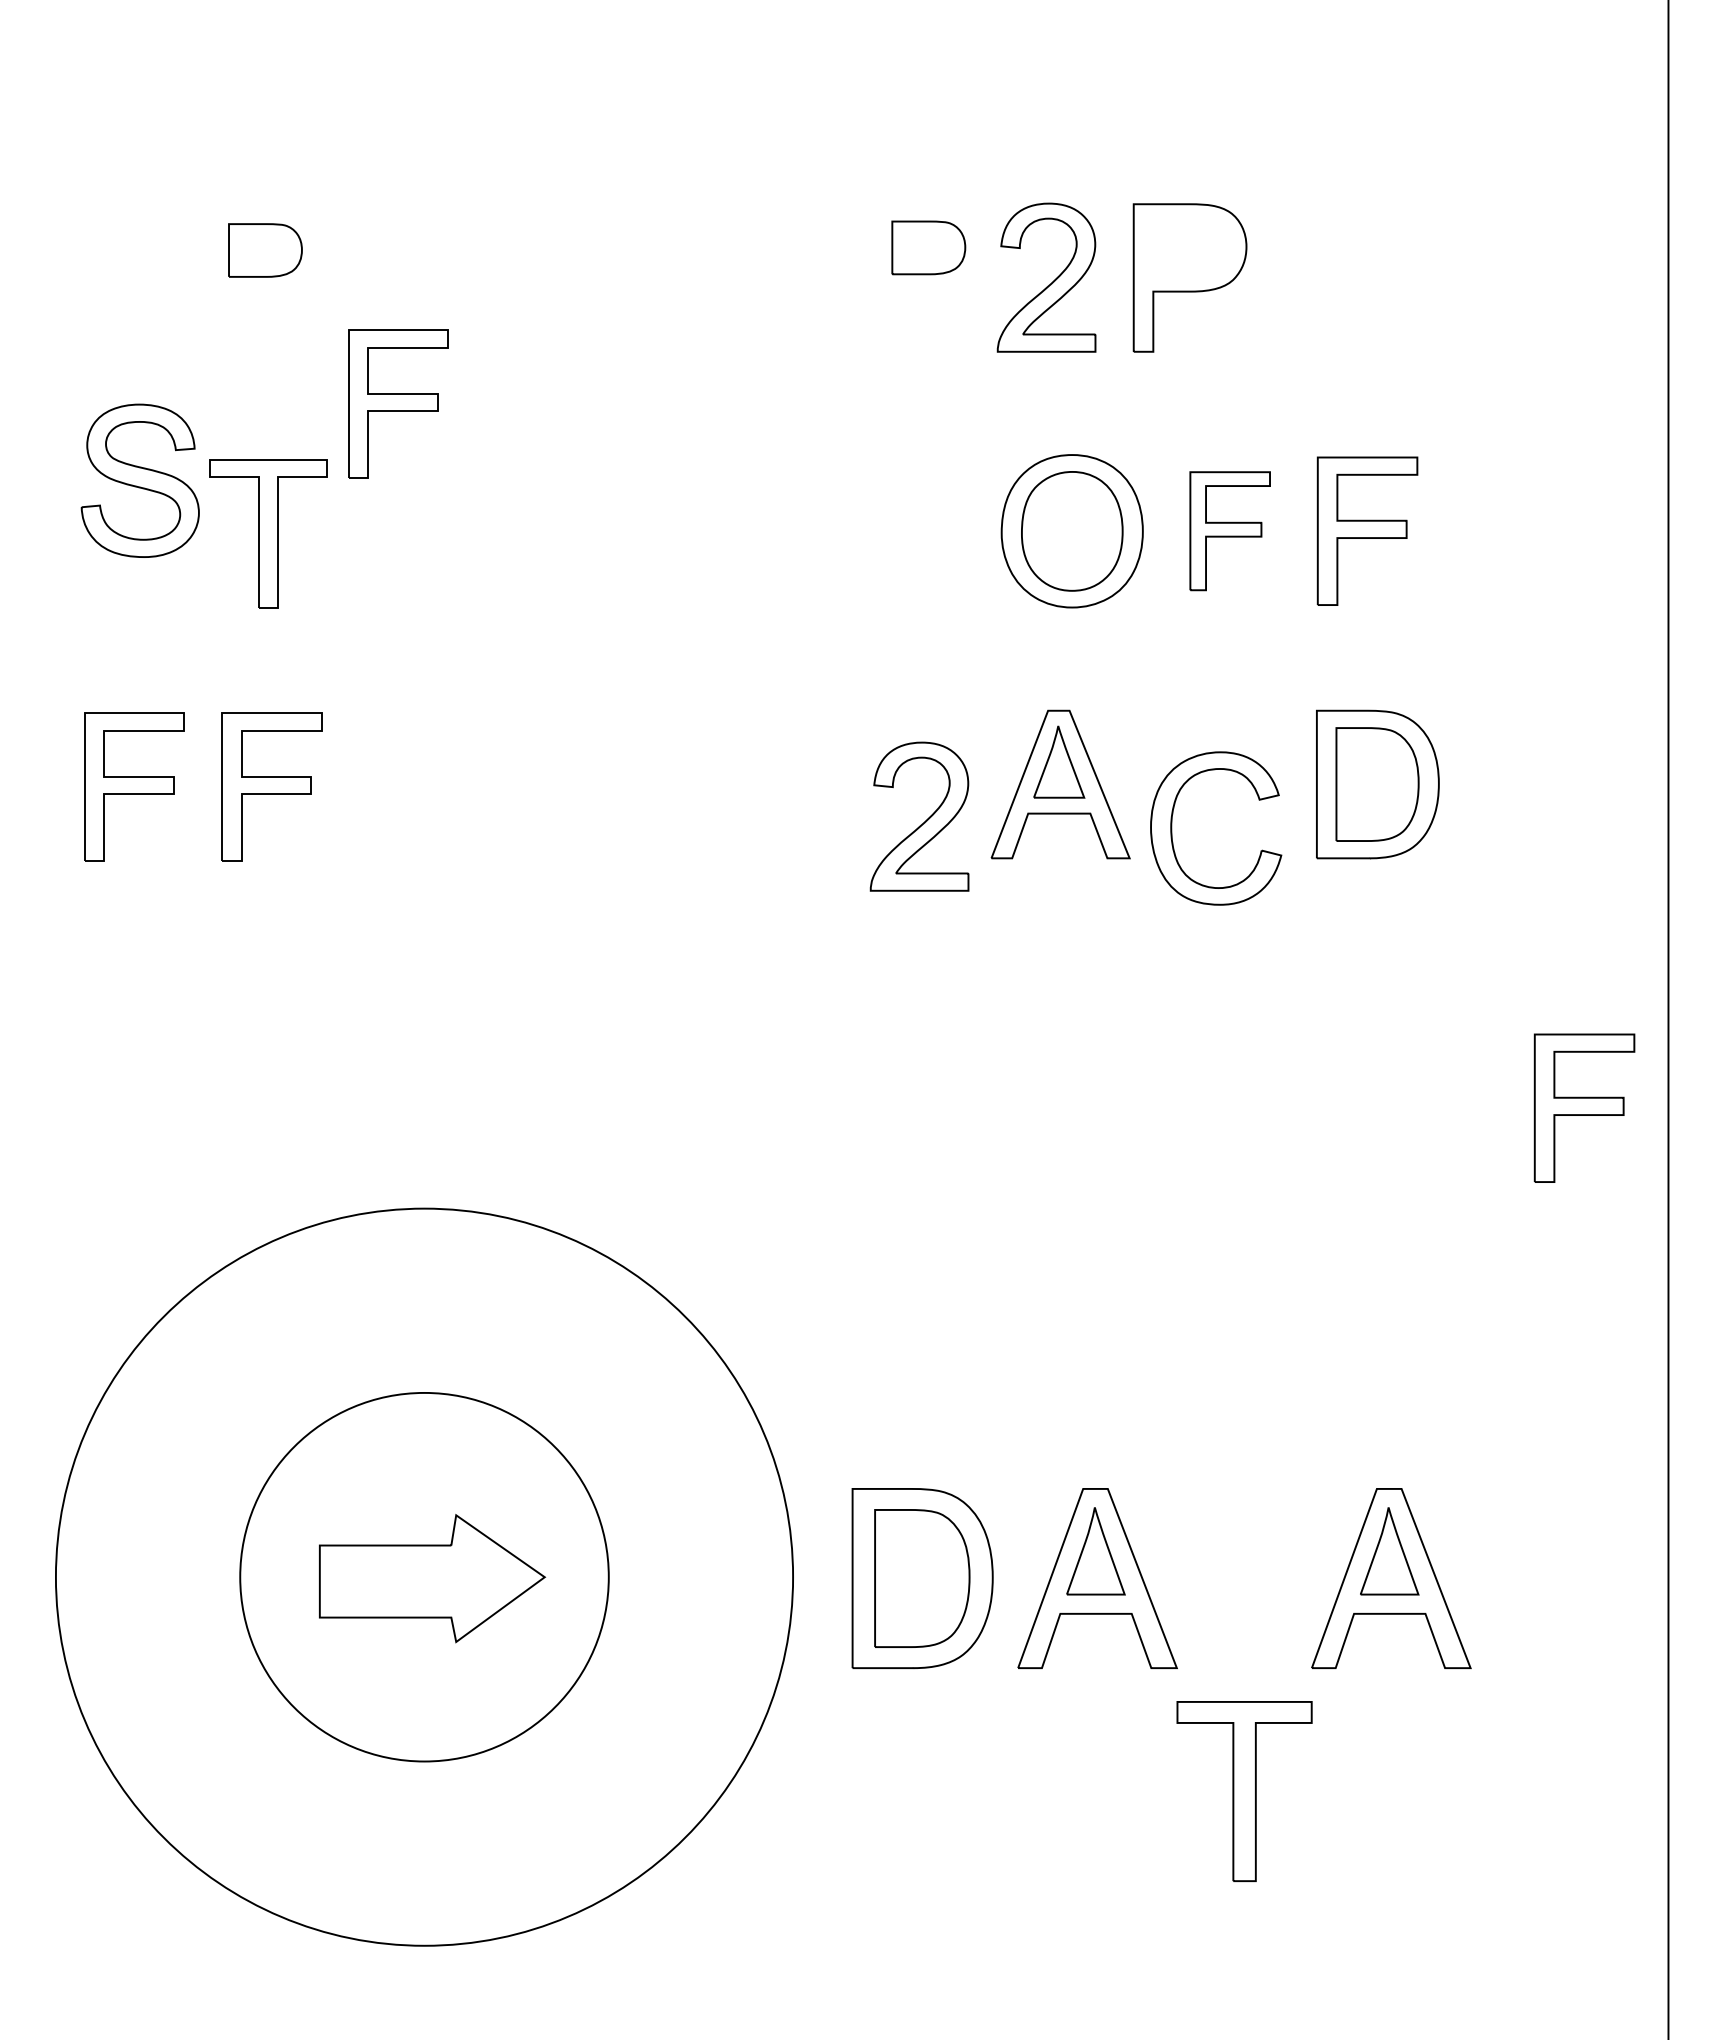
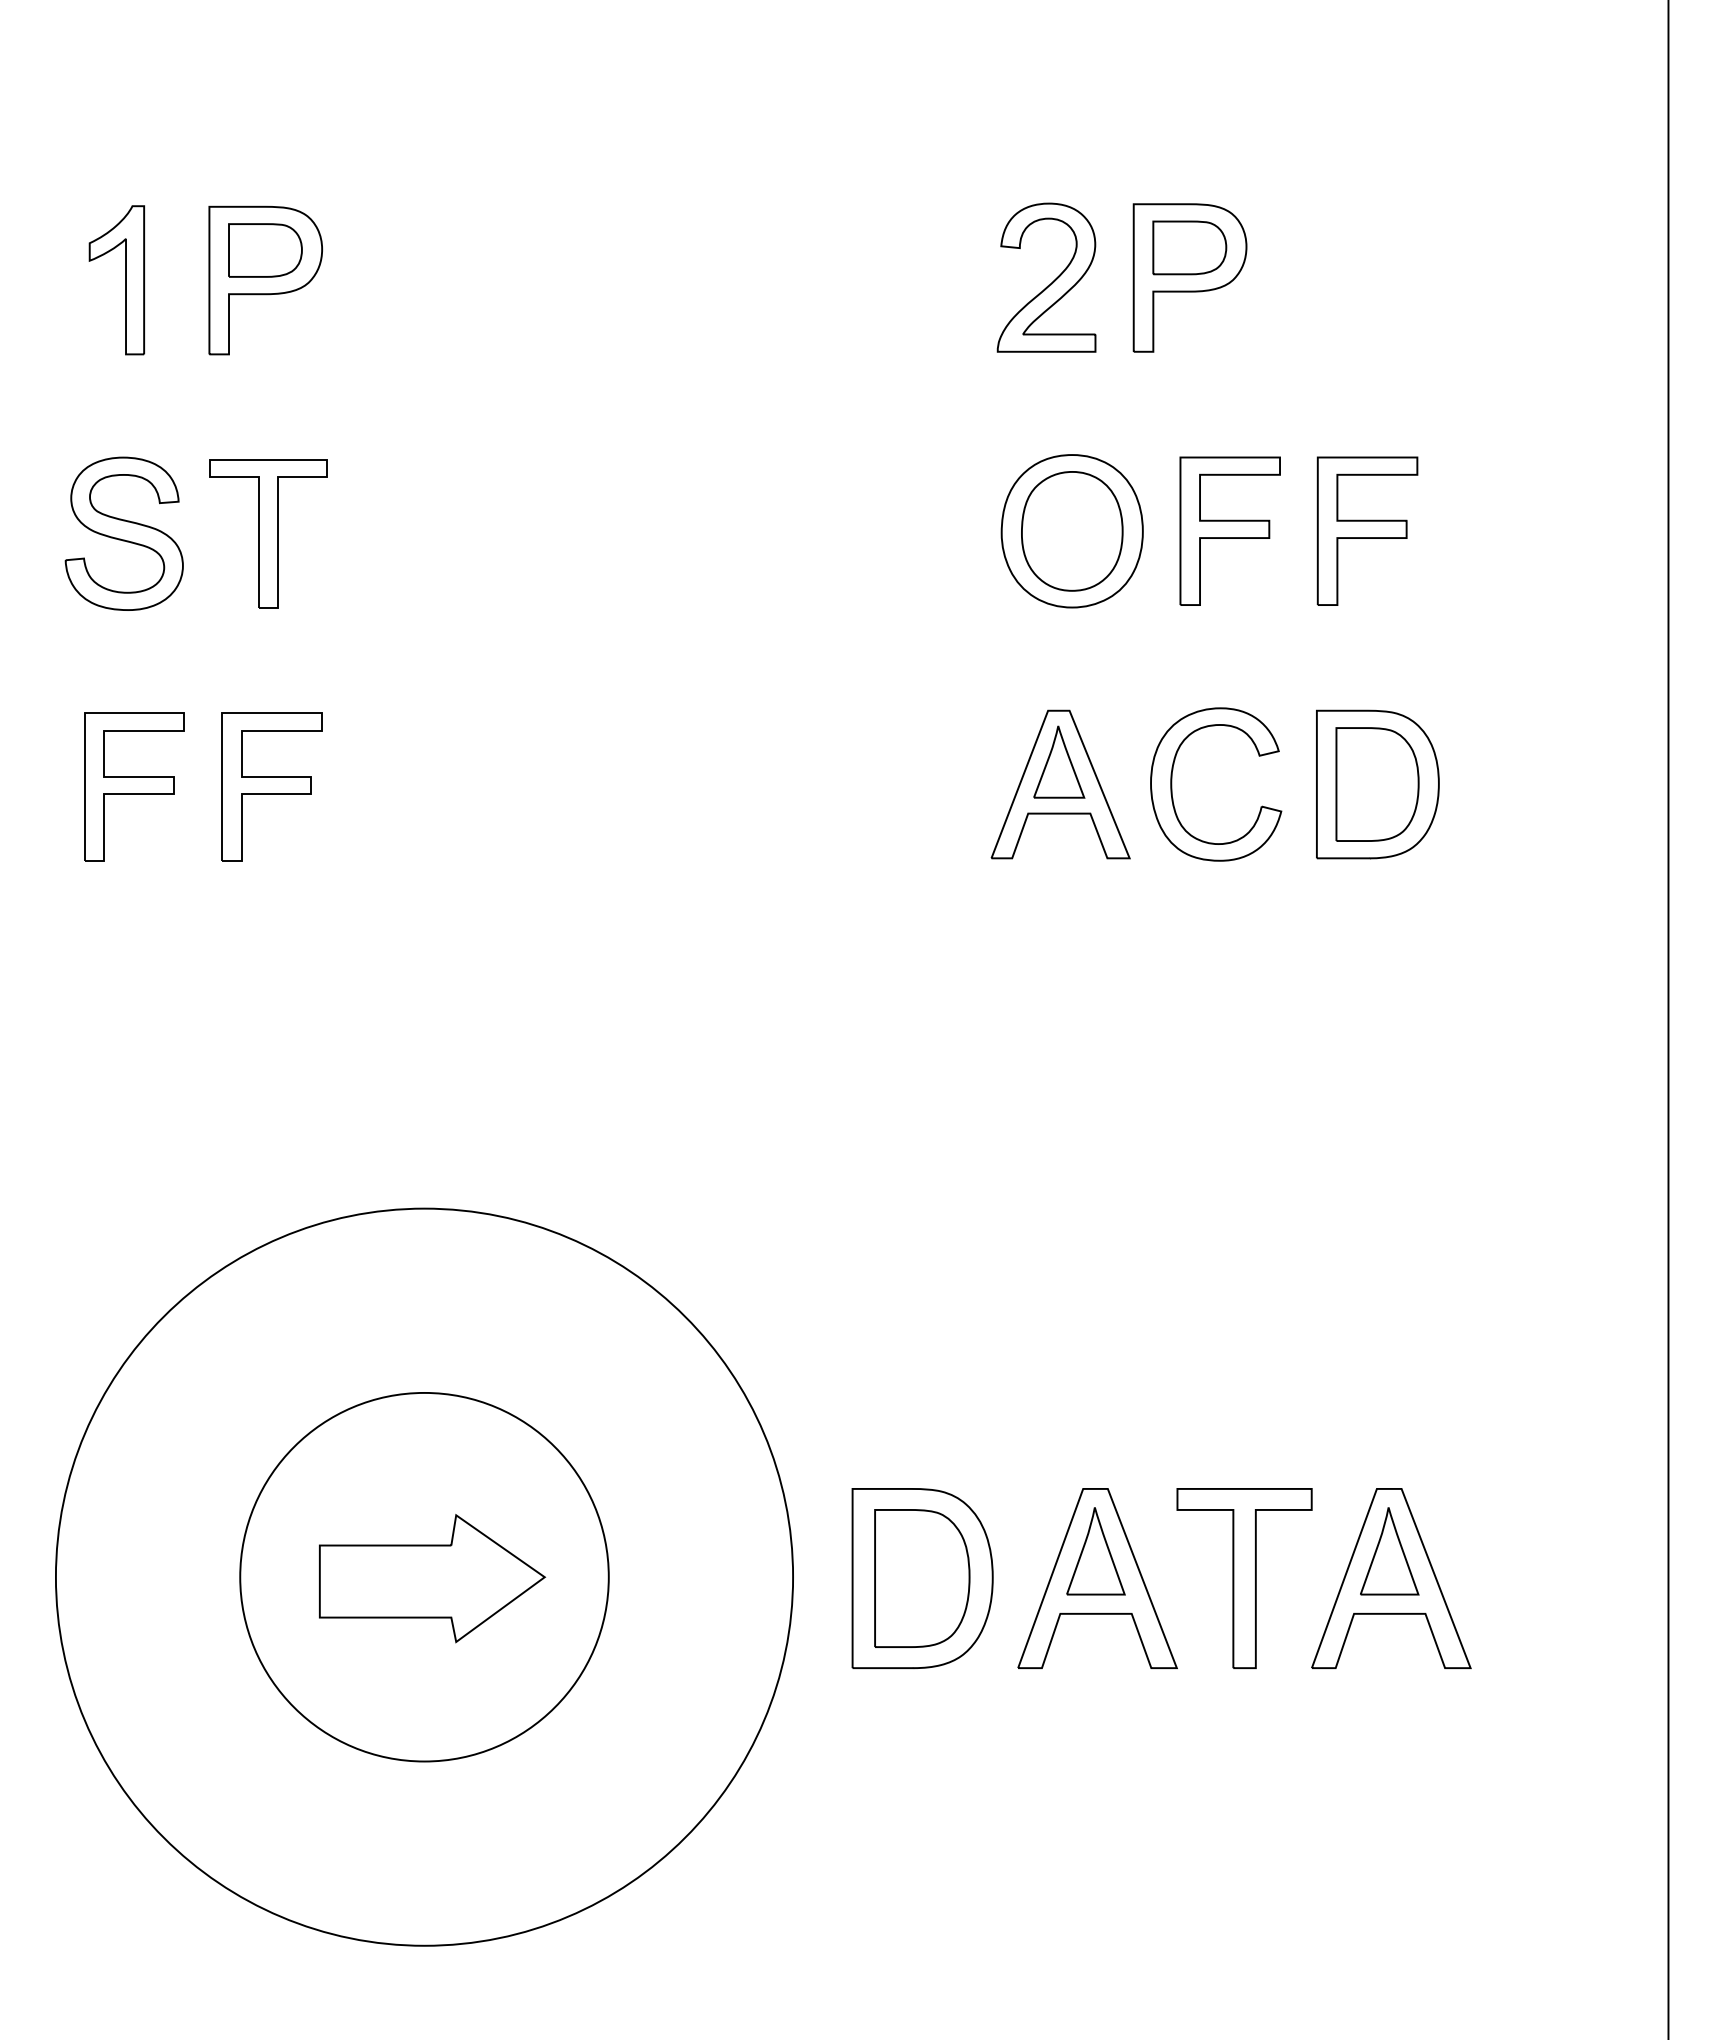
part at (928, 247) position: (928, 247) -> (1189, 247)
part at (125, 280): none -> present
part at (265, 280): none -> present
part at (398, 403): present -> none
part at (139, 480) position: (139, 480) -> (123, 533)
part at (1229, 531) size: 82x121 px -> 102x150 px
part at (924, 821): present -> none
part at (1172, 828) position: (1172, 828) -> (1172, 784)
part at (1584, 1107): present -> none
part at (1244, 1791) position: (1244, 1791) -> (1244, 1578)
